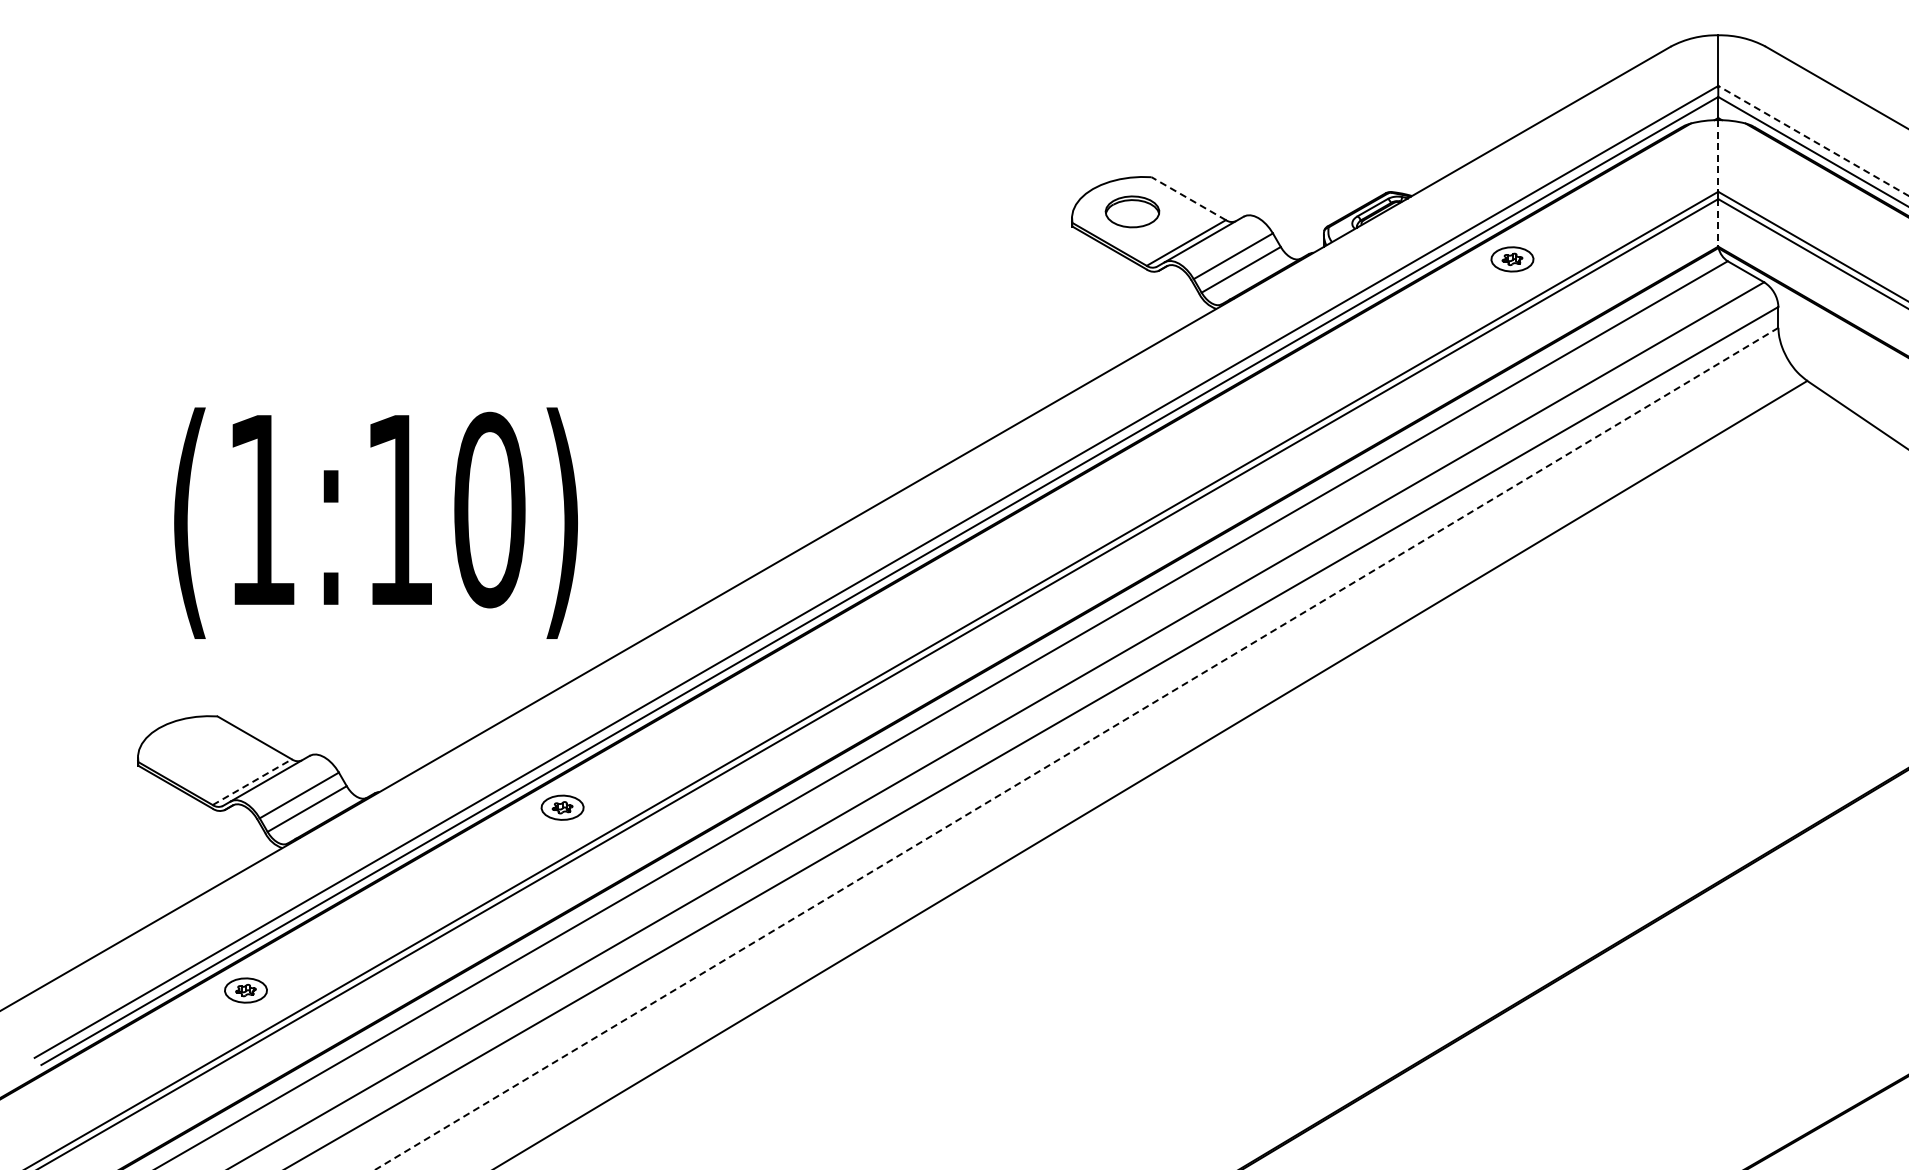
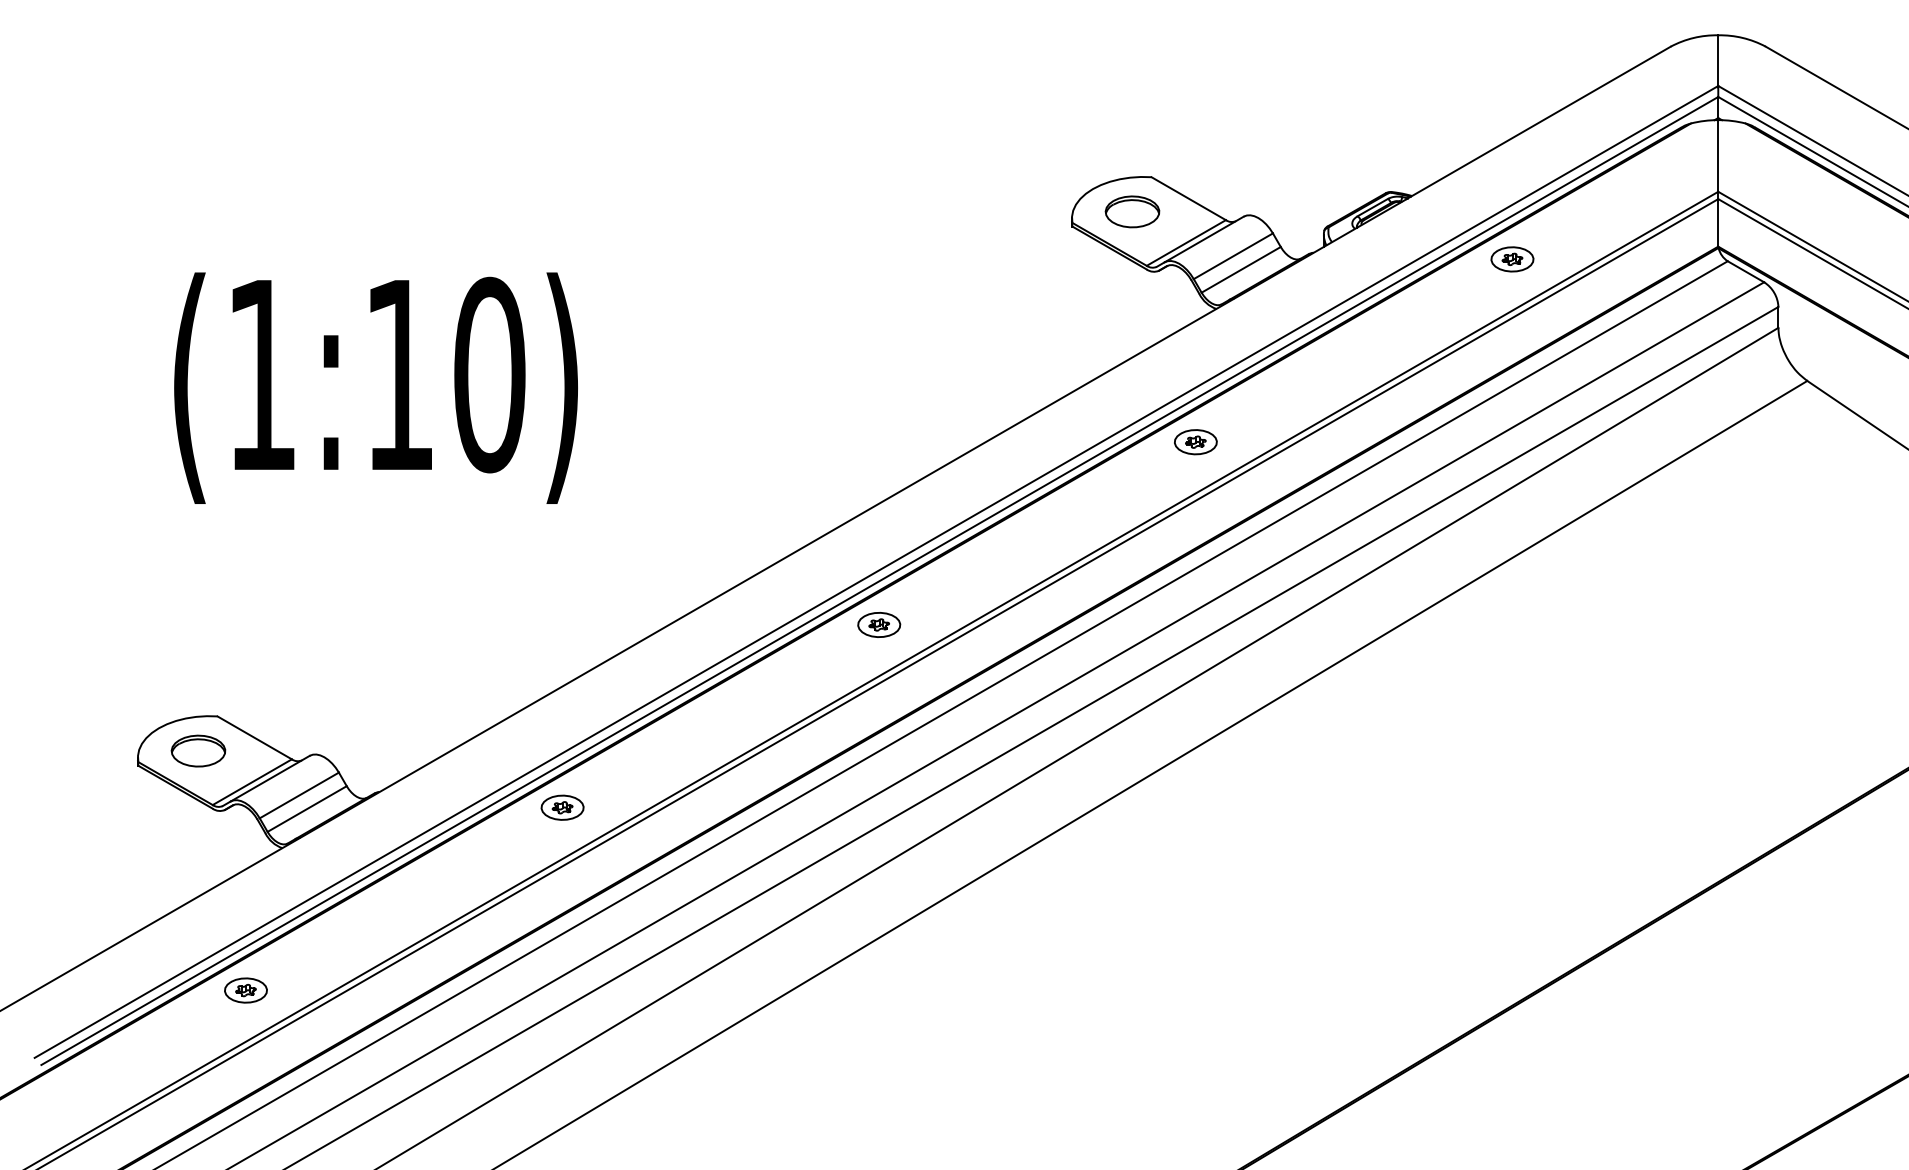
line at (1813, 140): dashed -> solid
line at (1718, 155): dashed -> solid
line at (1188, 198): dashed -> solid
line at (1718, 222): dashed -> solid
part at (1195, 442): none -> present
text at (375, 522) position: (375, 522) -> (375, 387)
part at (879, 624): none -> present
line at (1077, 748): dashed -> solid
part at (198, 750): none -> present
line at (252, 782): dashed -> solid
